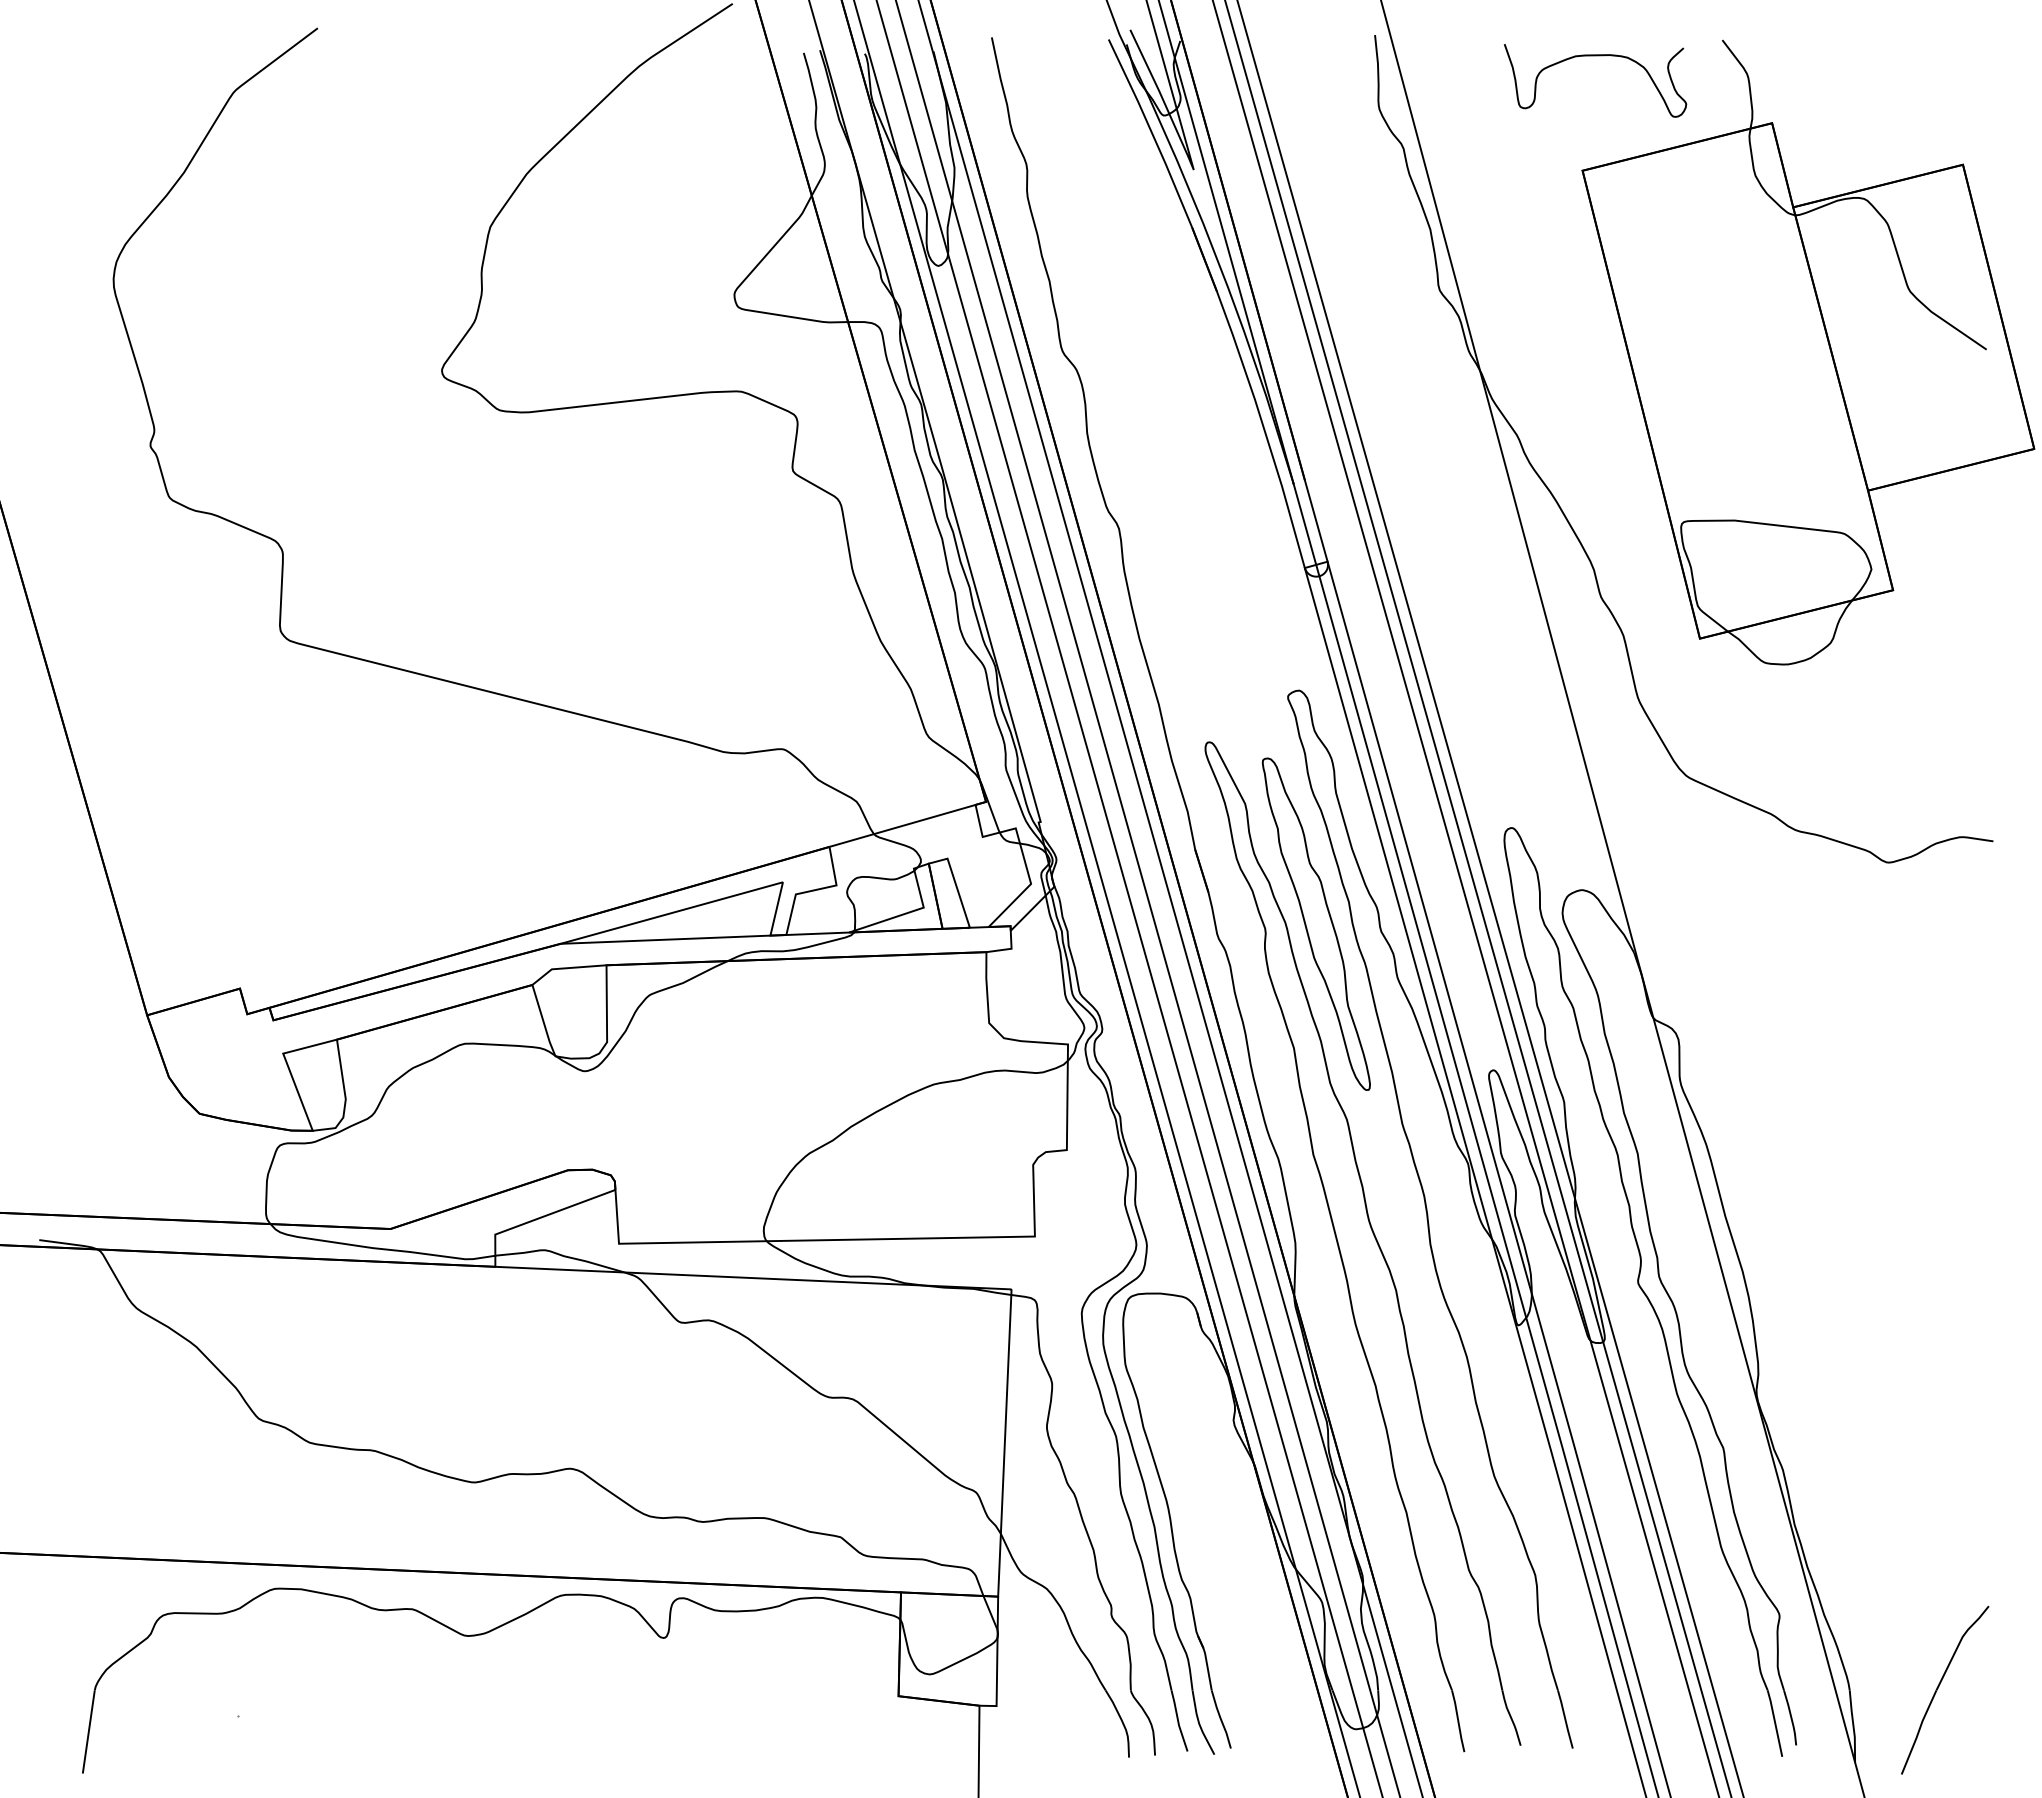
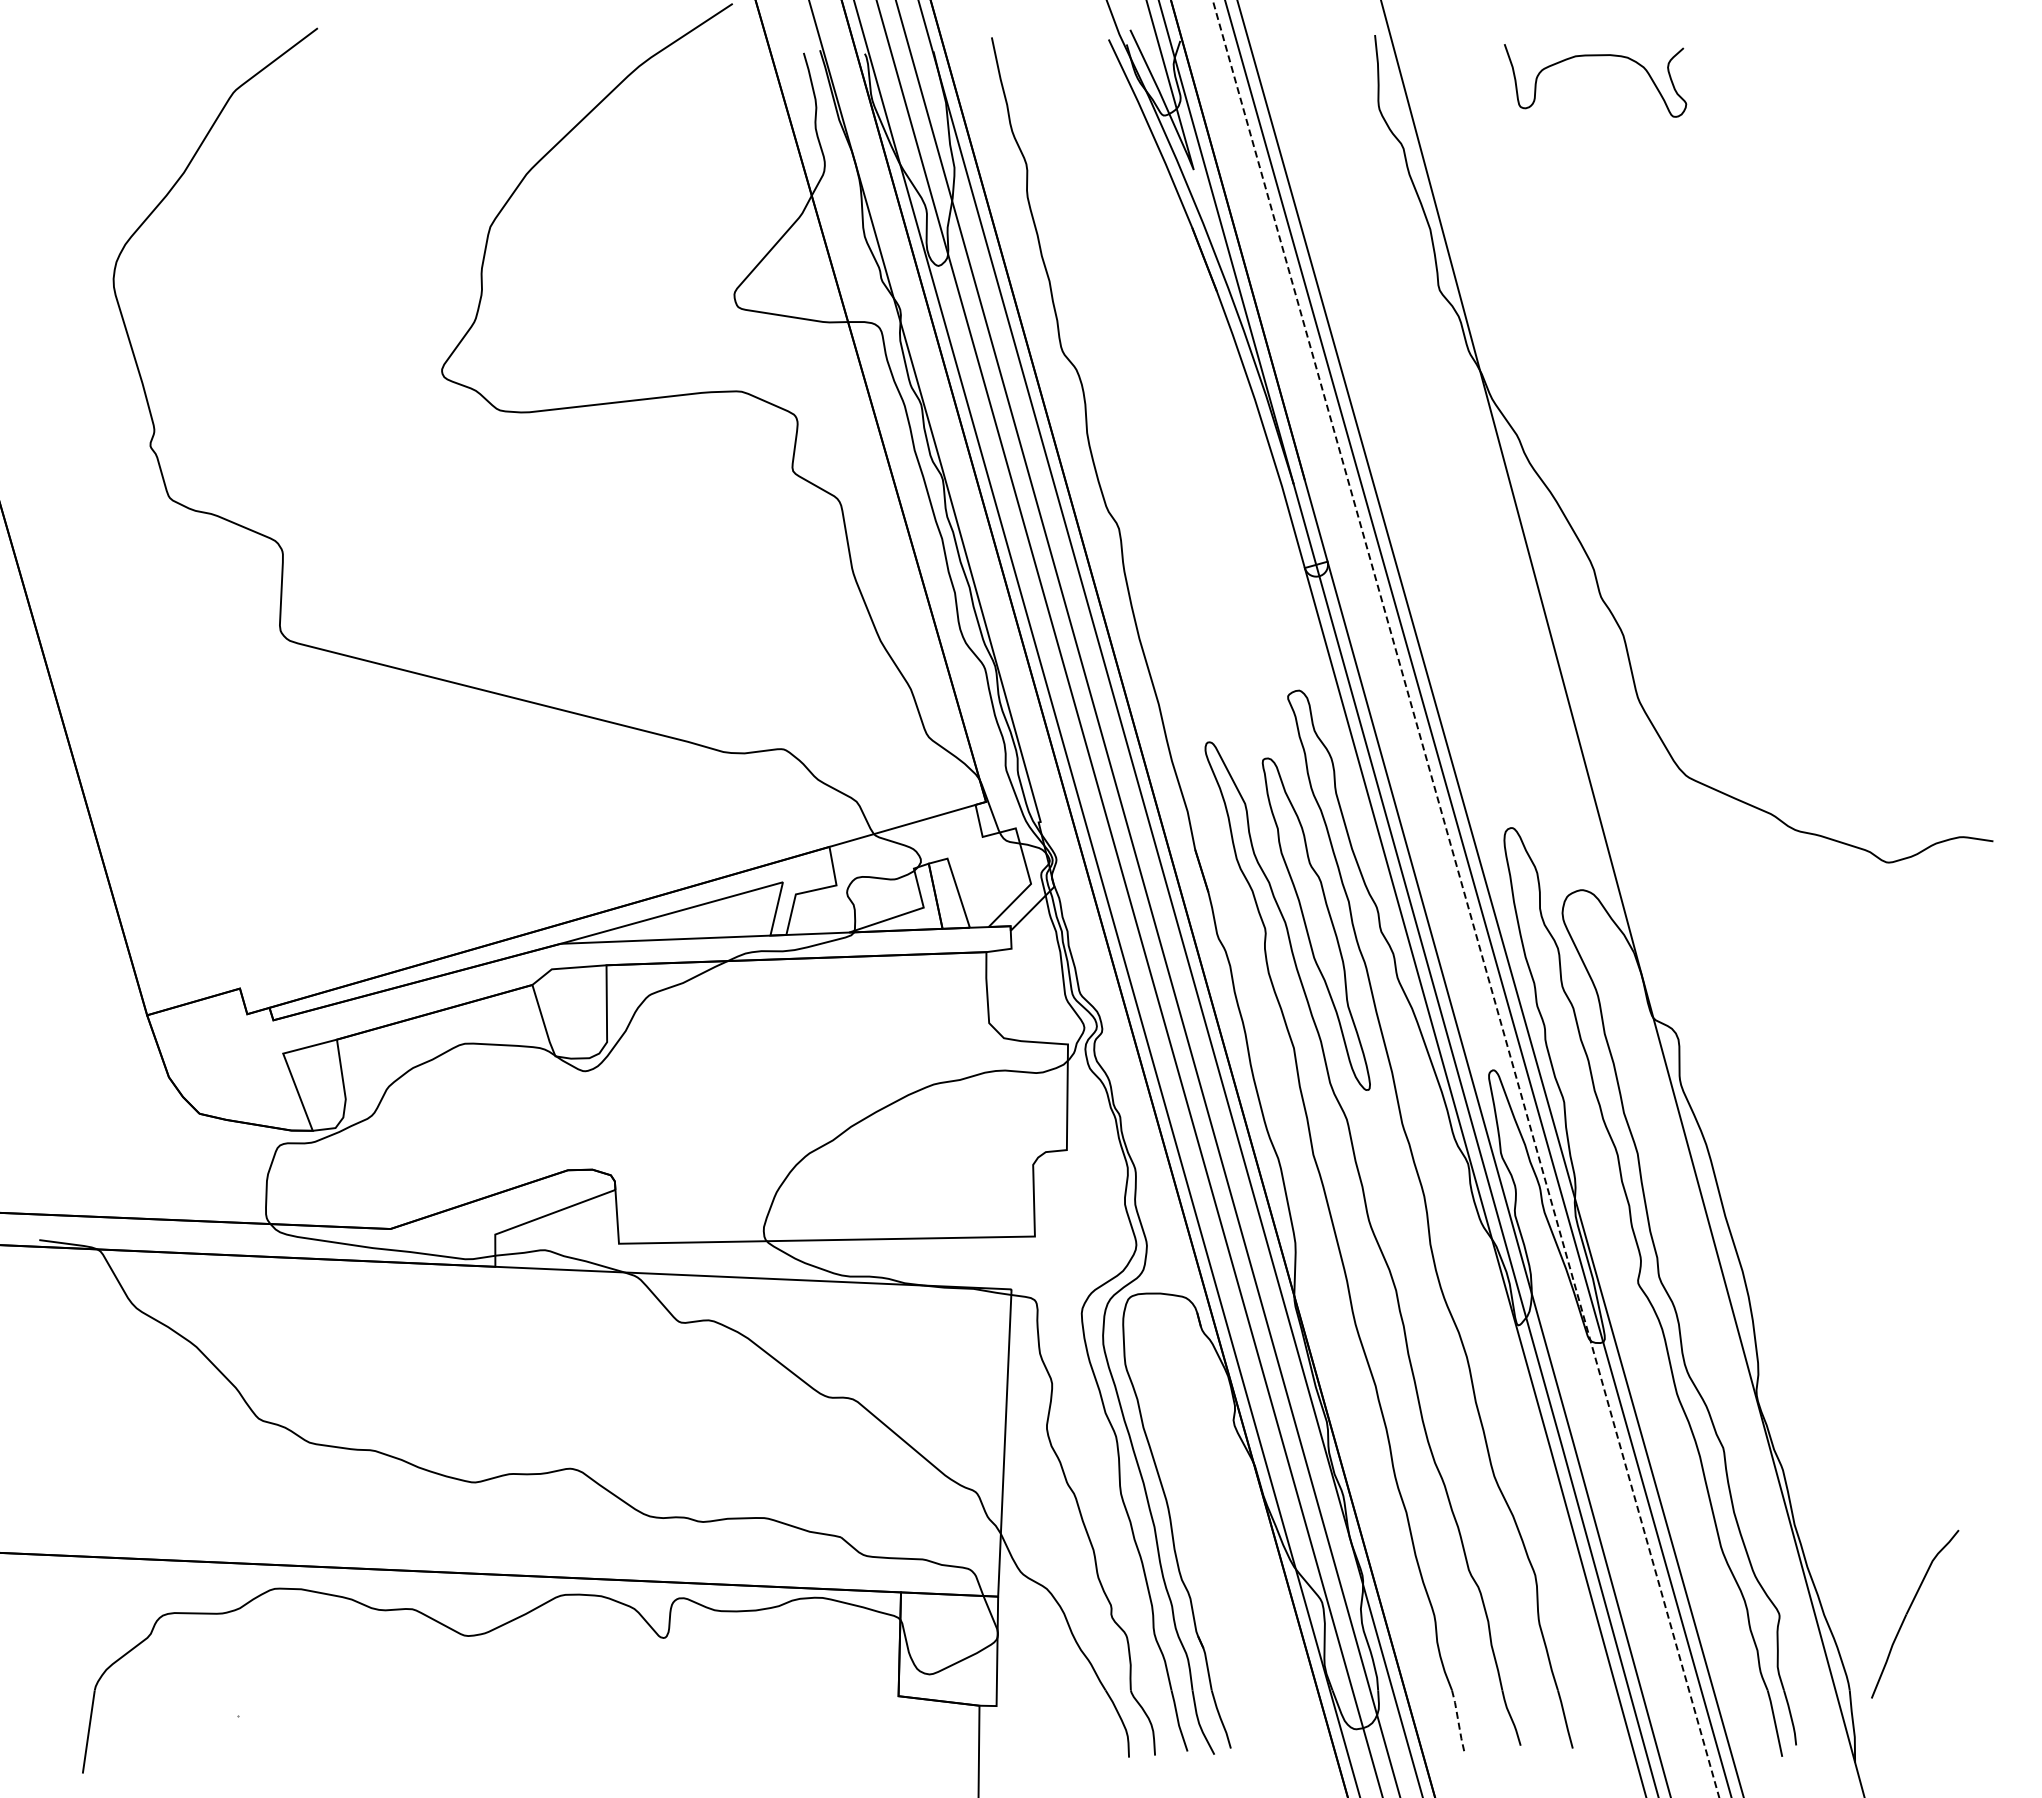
part at (1808, 352): present -> none
line at (1465, 898): solid -> dashed
part at (1939, 1686) position: (1939, 1686) -> (1909, 1610)
line at (1458, 1721): solid -> dashed
